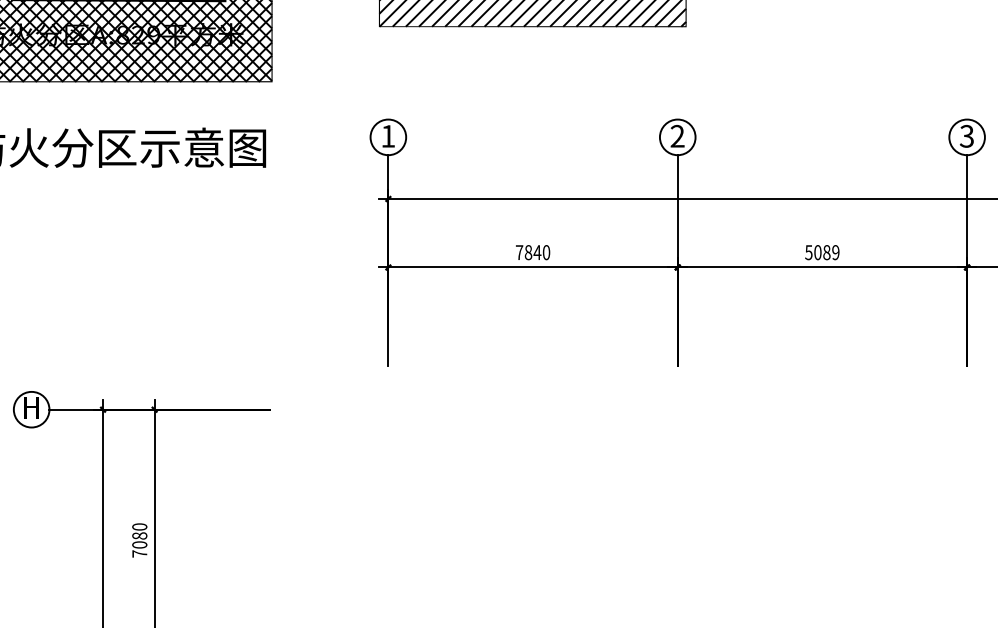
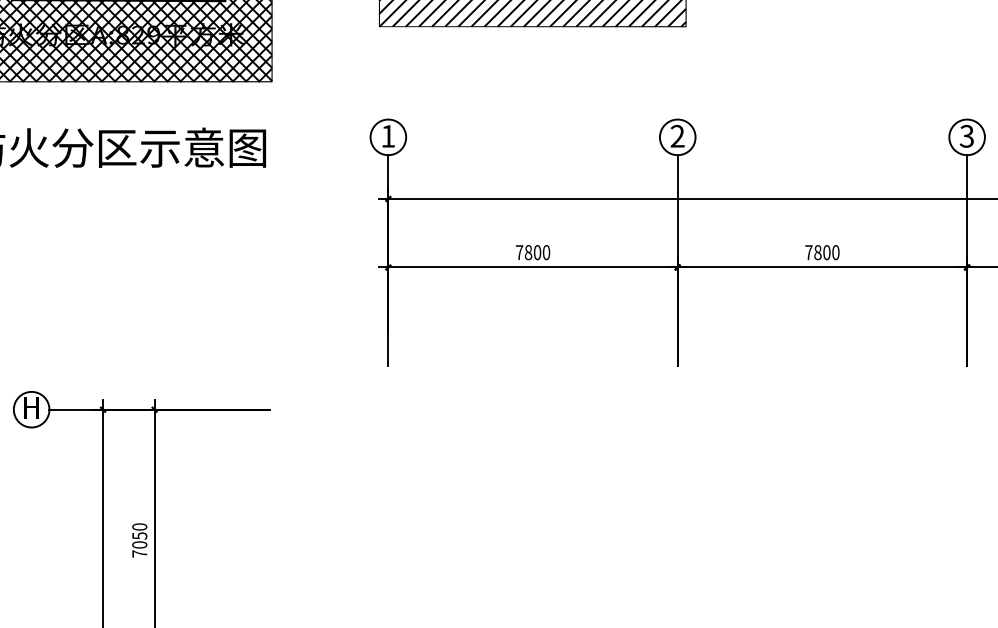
text at (537, 252): 7840 -> 7800
text at (822, 252): 5089 -> 7800
text at (139, 535): 7080 -> 7050
